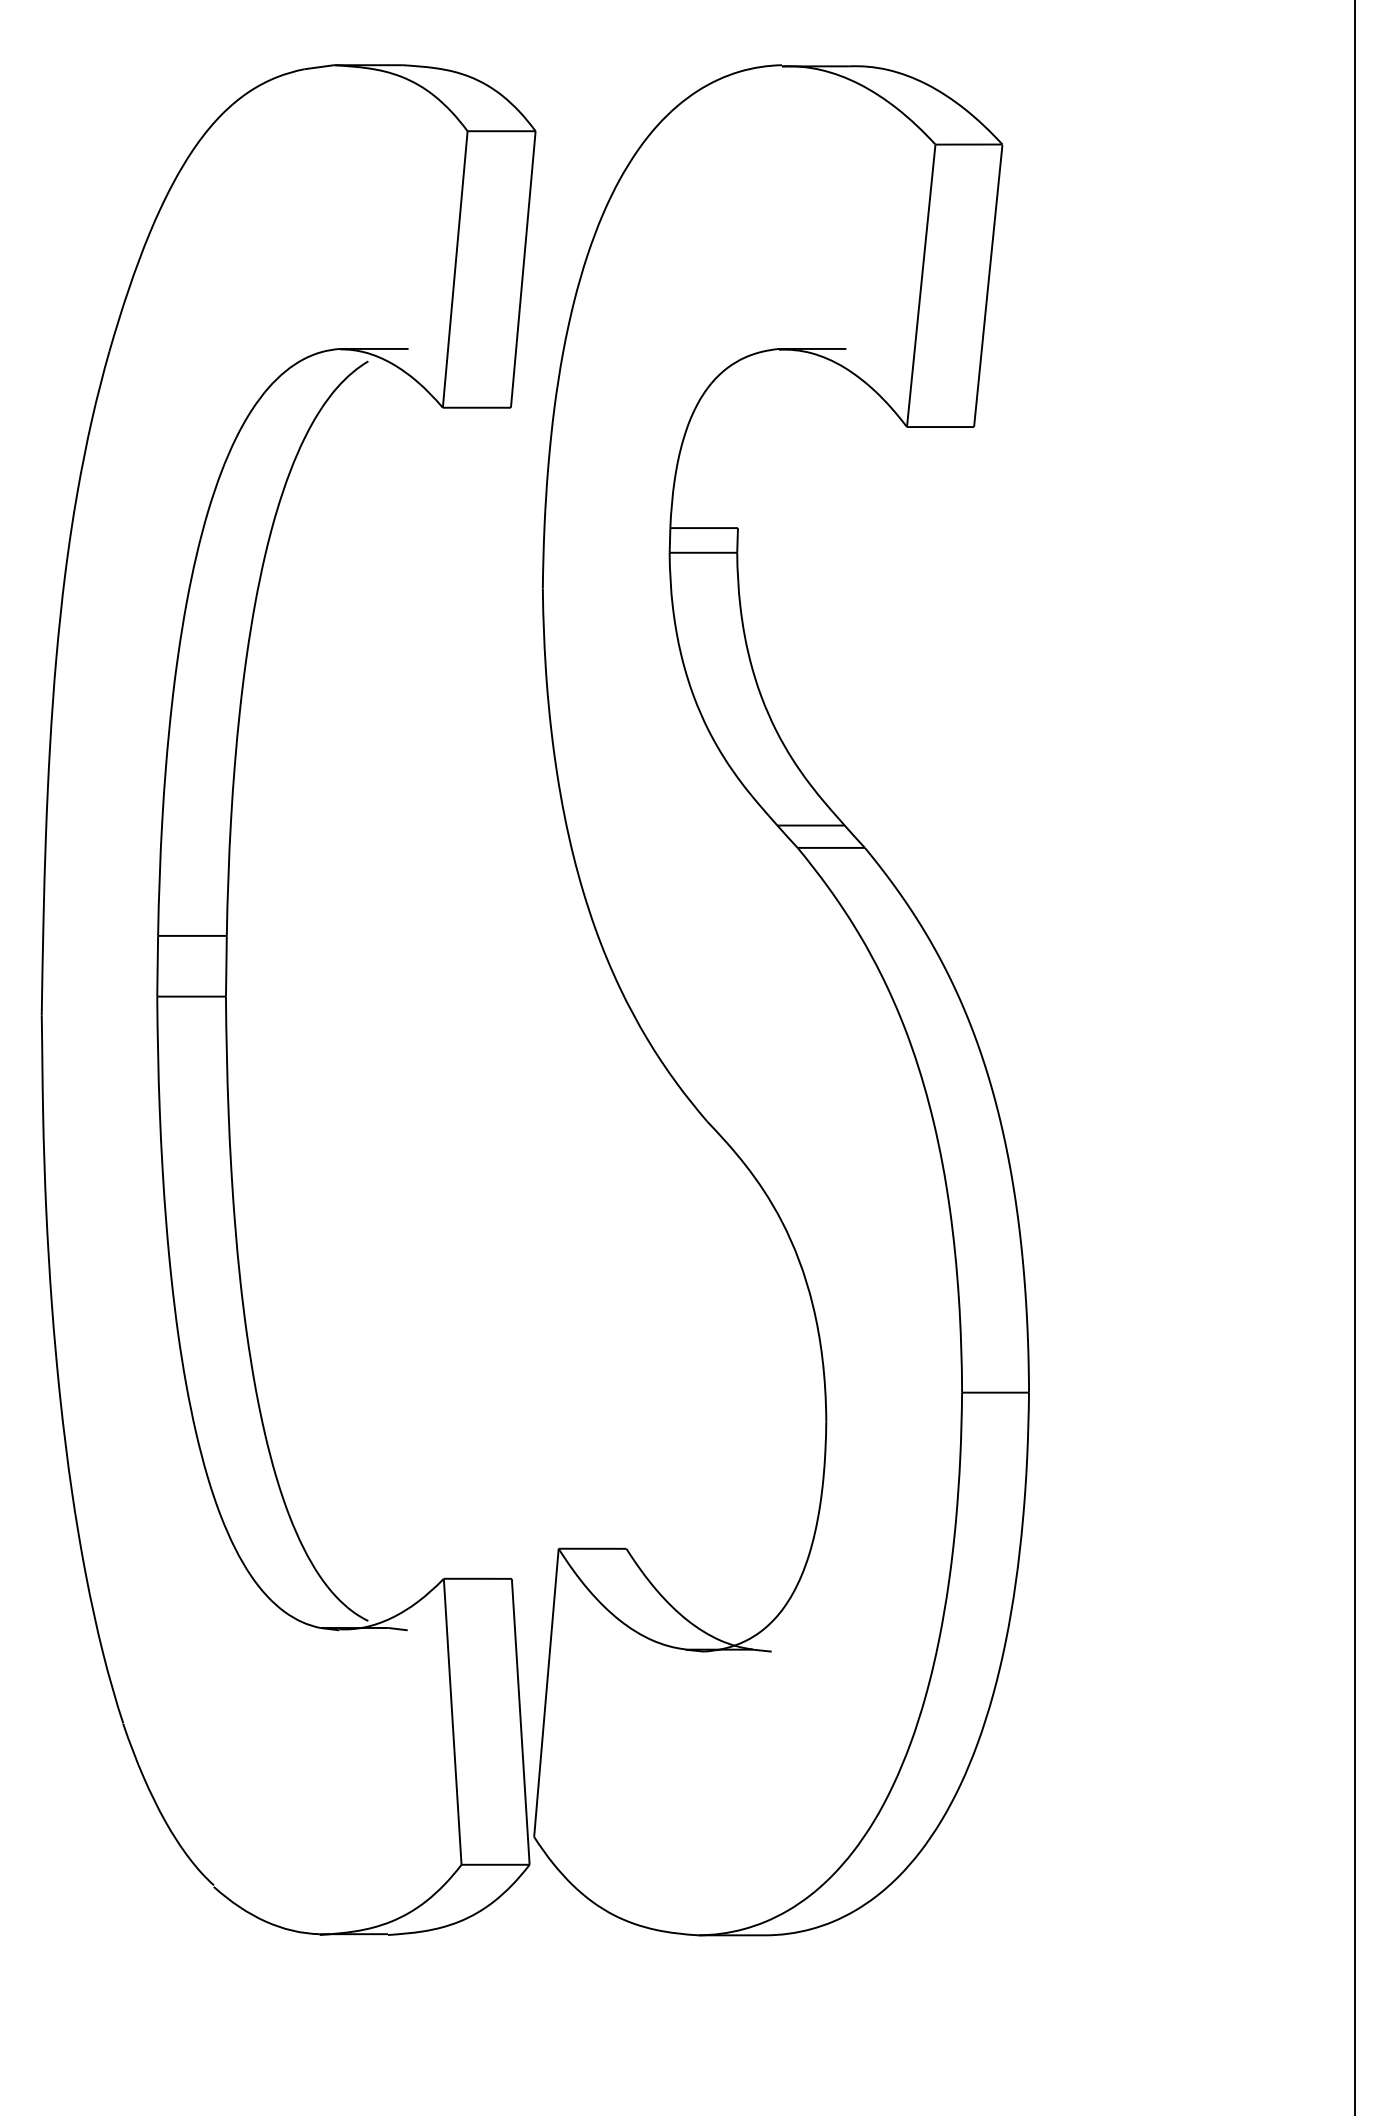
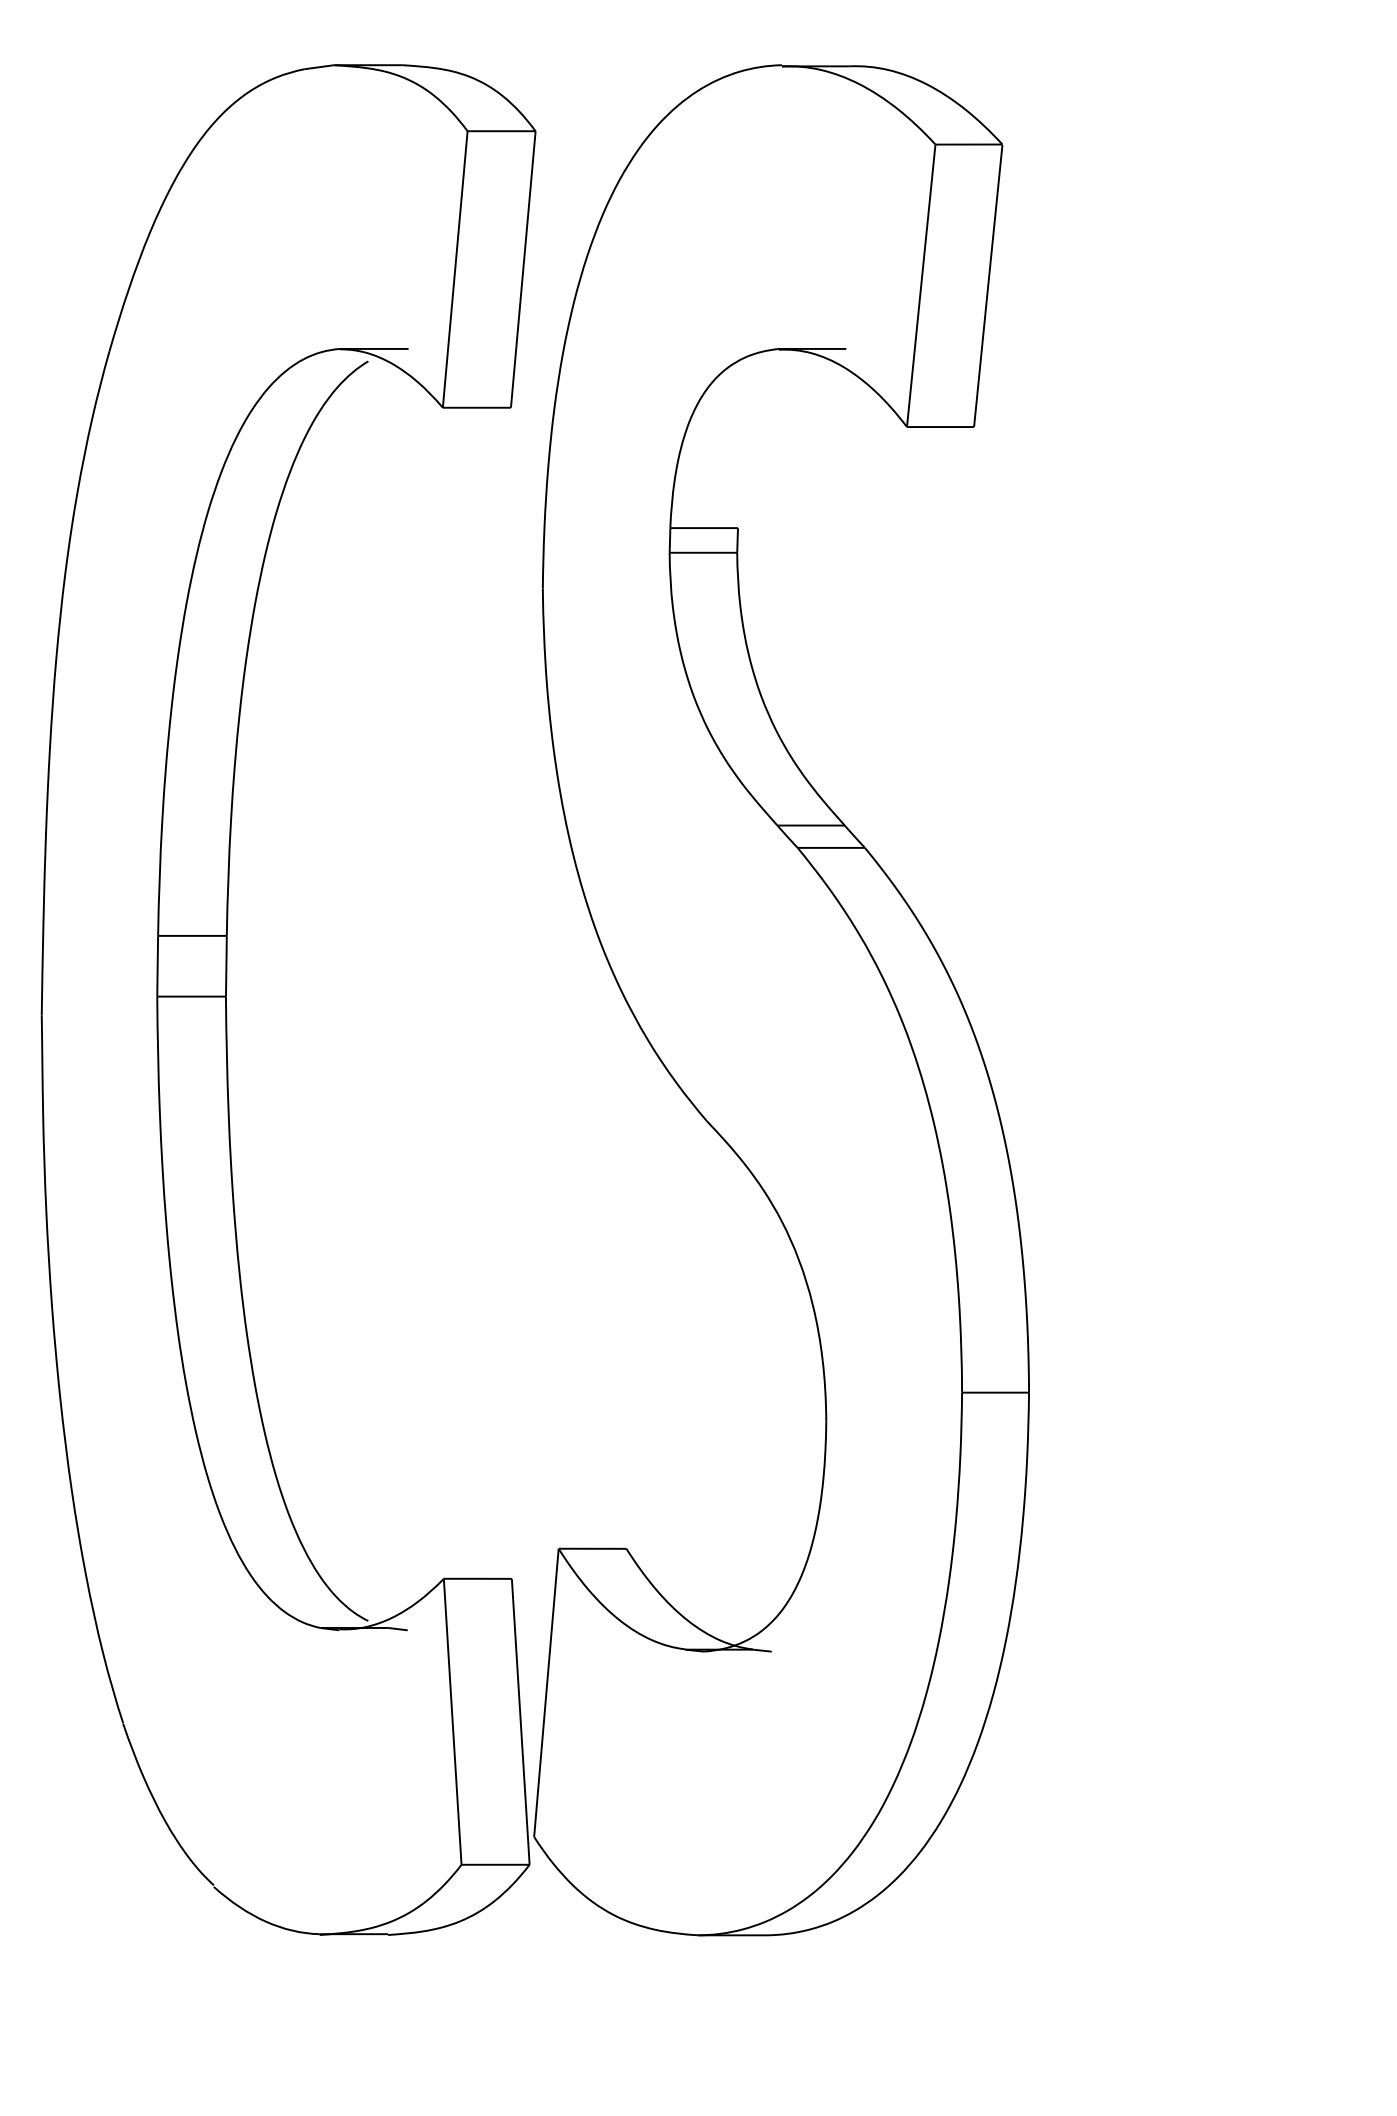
line at (1355, 1057): present -> none
